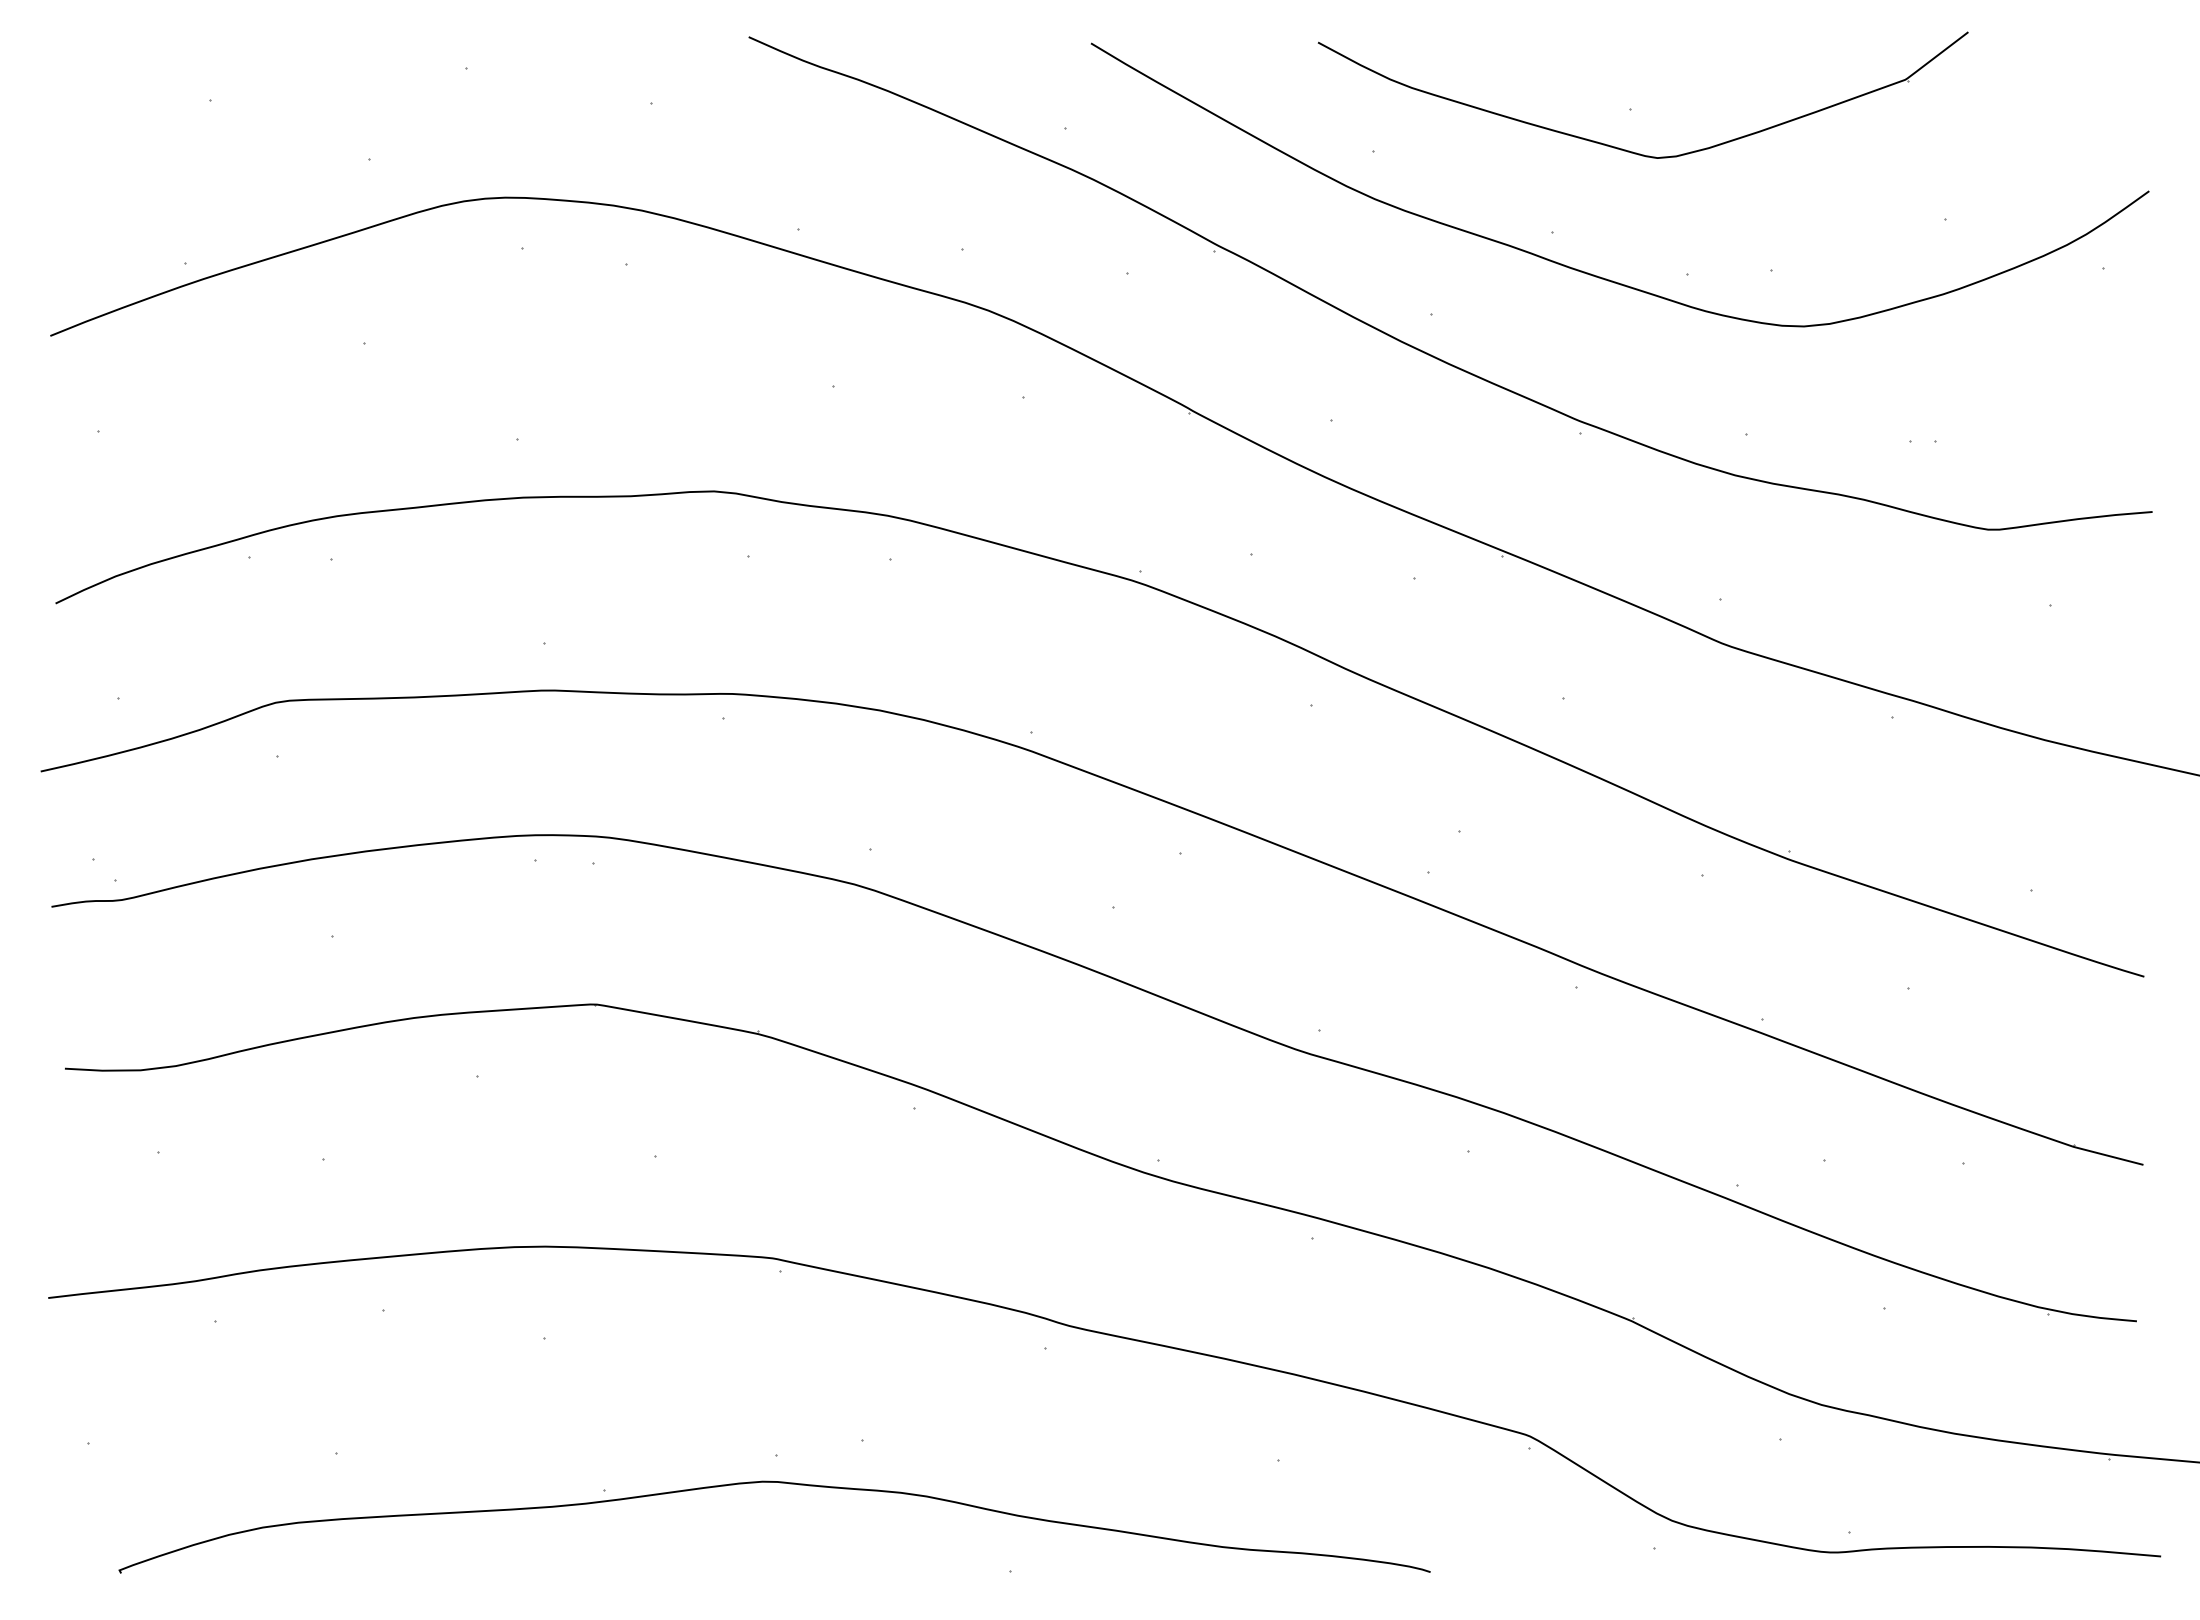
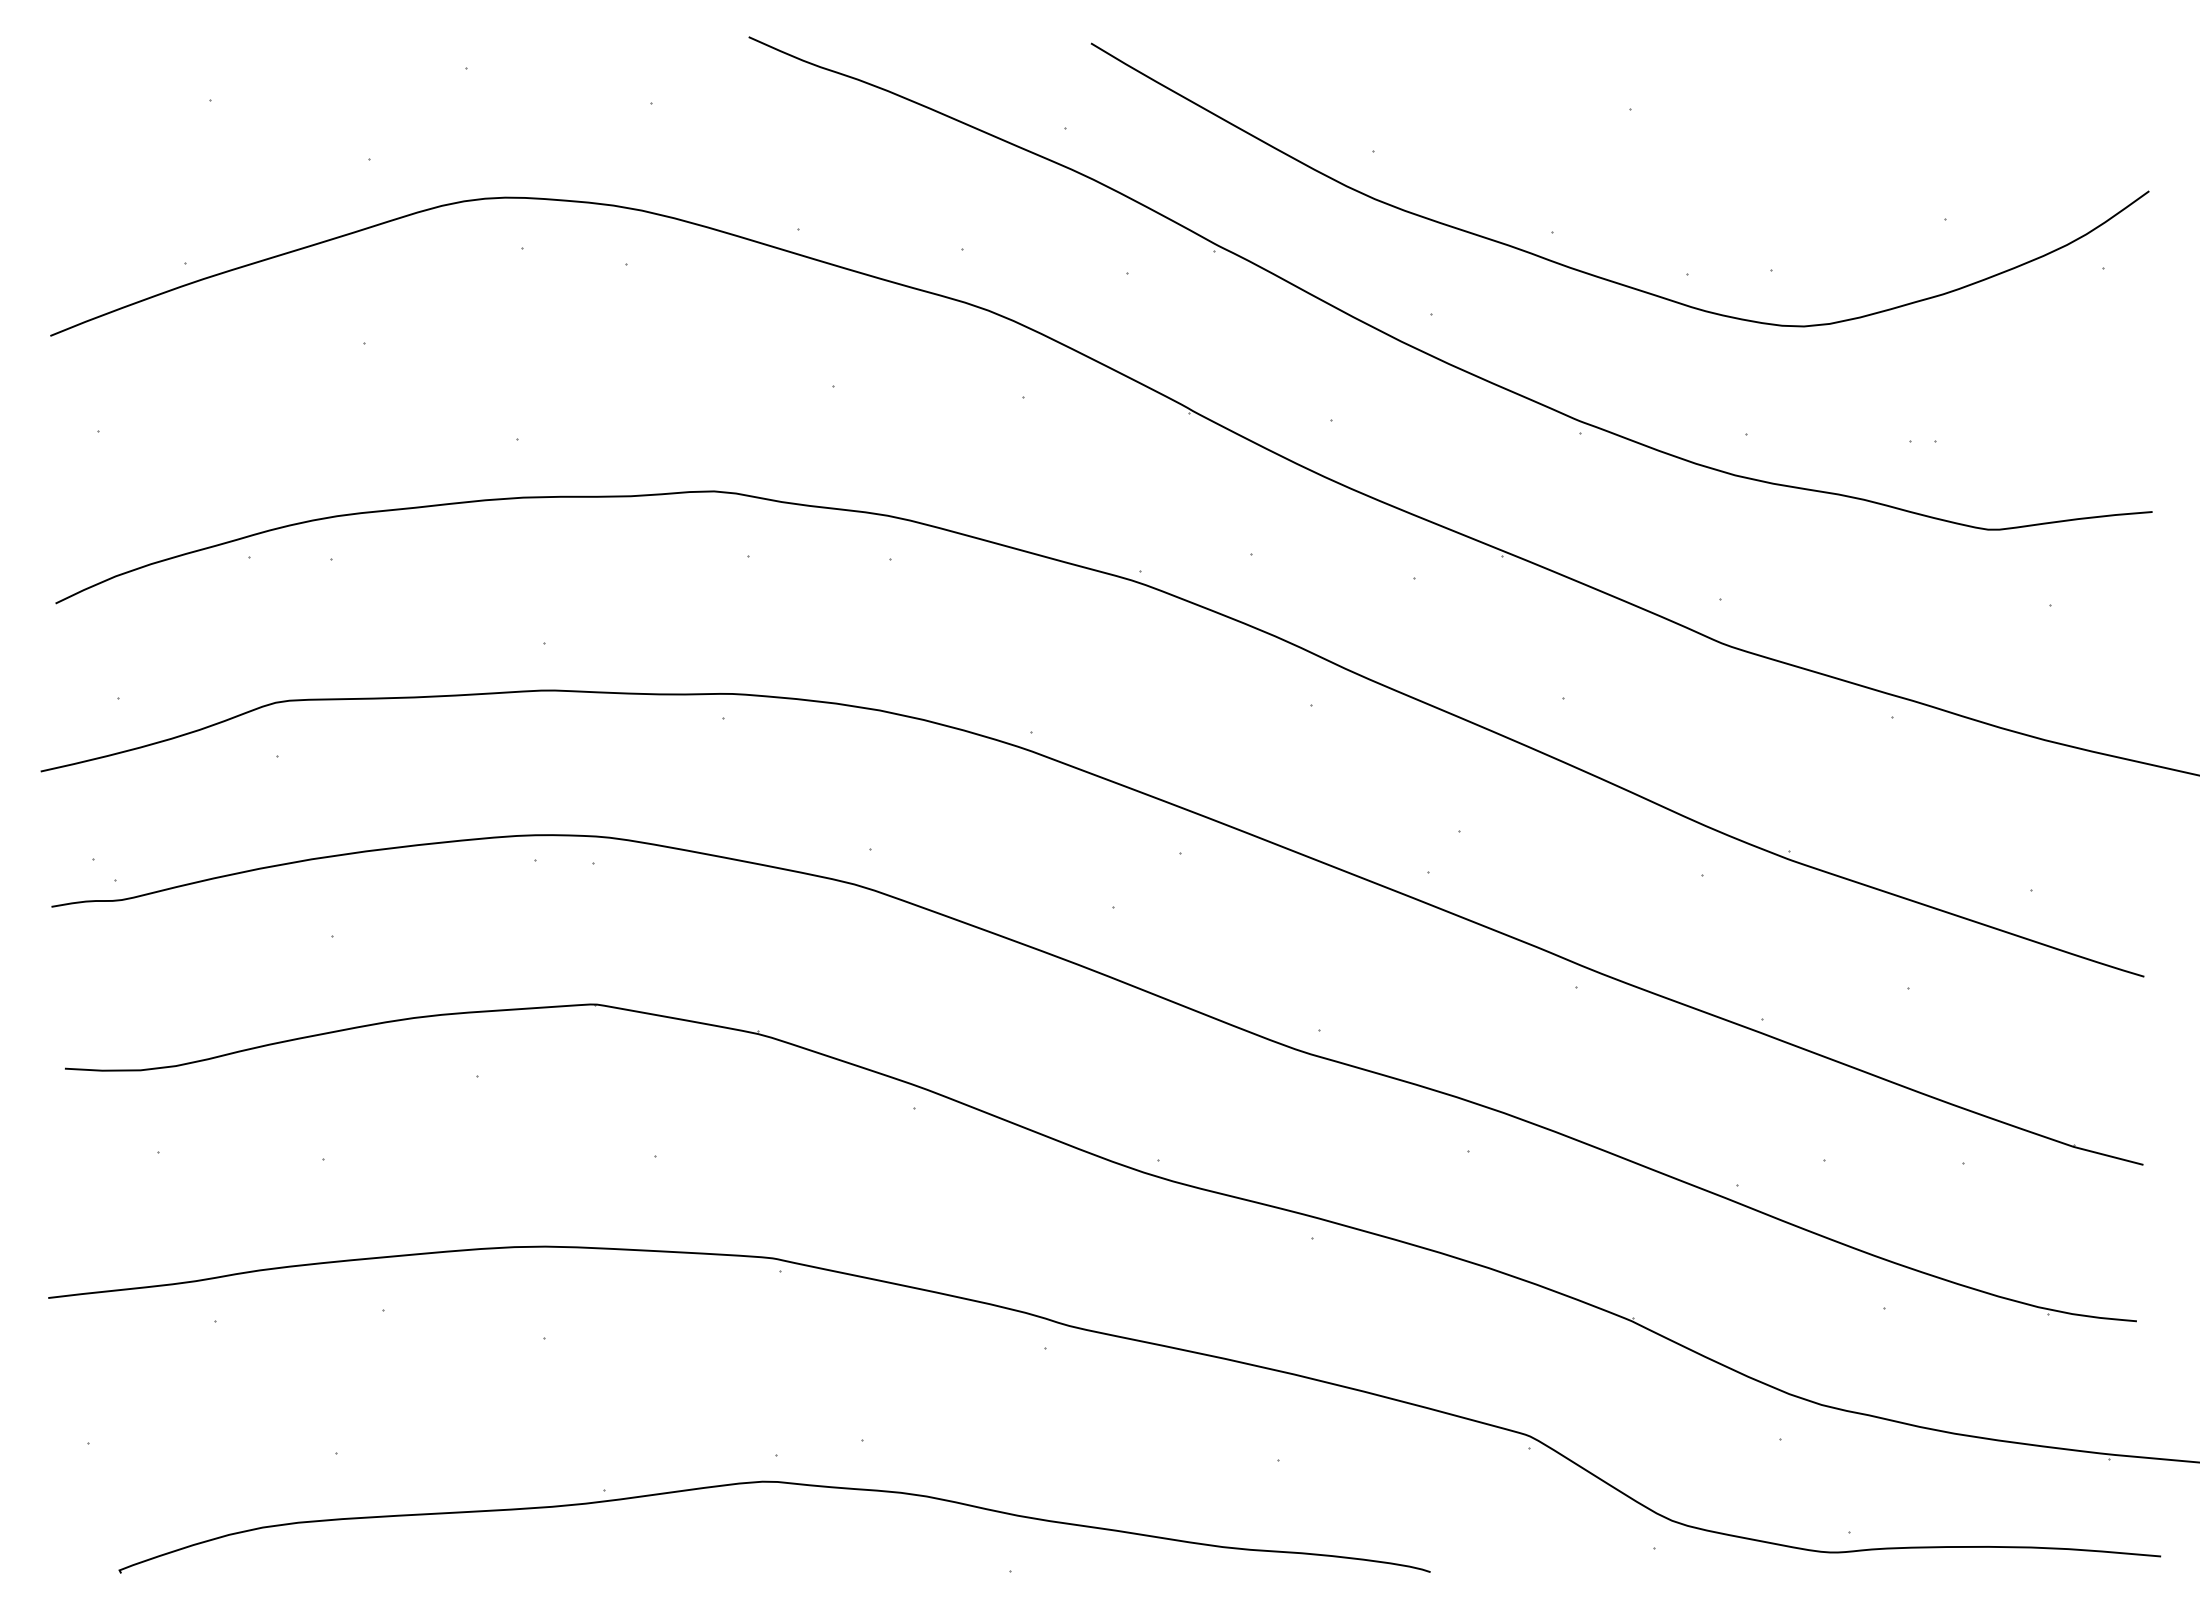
part at (1629, 150): present -> none
